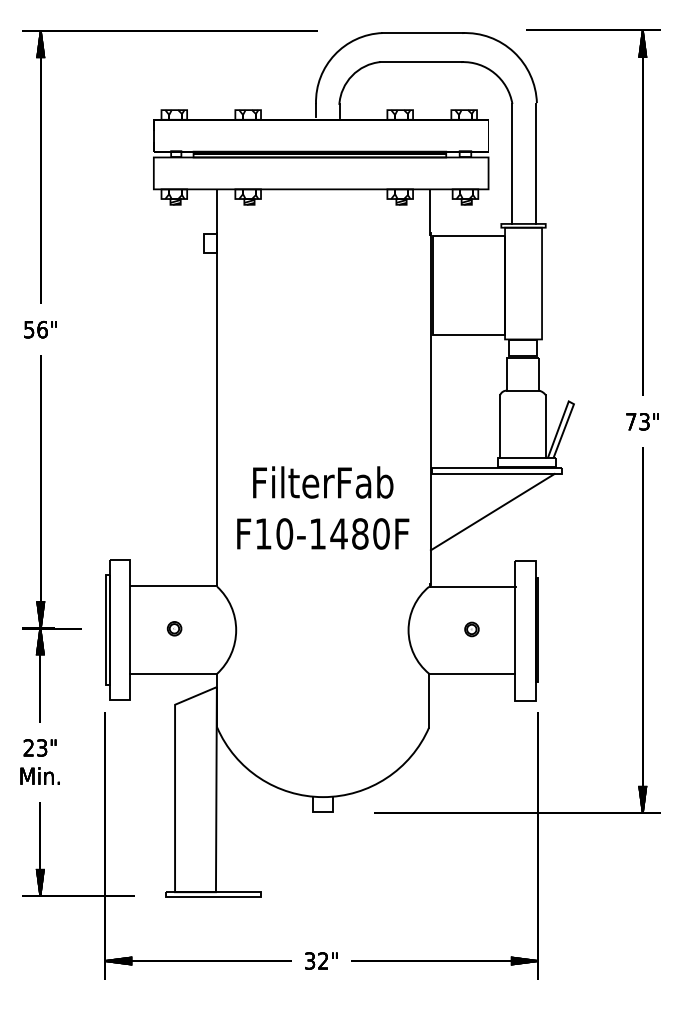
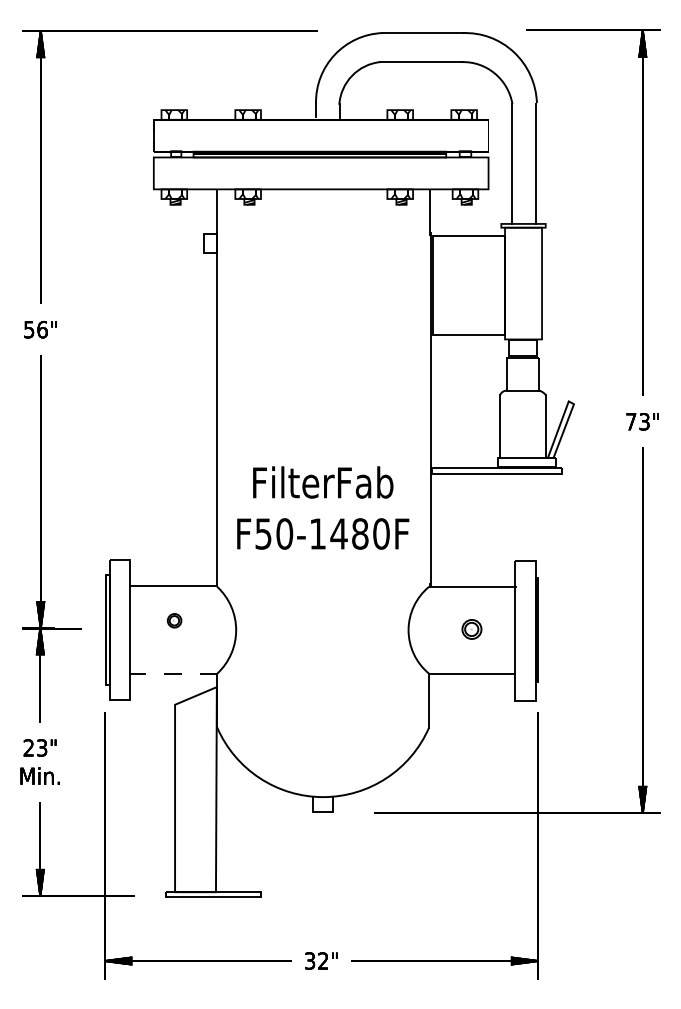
line at (492, 511): present -> none
text at (263, 533): F10-1480F -> F50-1480F
part at (174, 628) position: (174, 628) -> (174, 620)
part at (471, 629) size: 16x17 px -> 22x21 px
line at (173, 673): solid -> dashed
